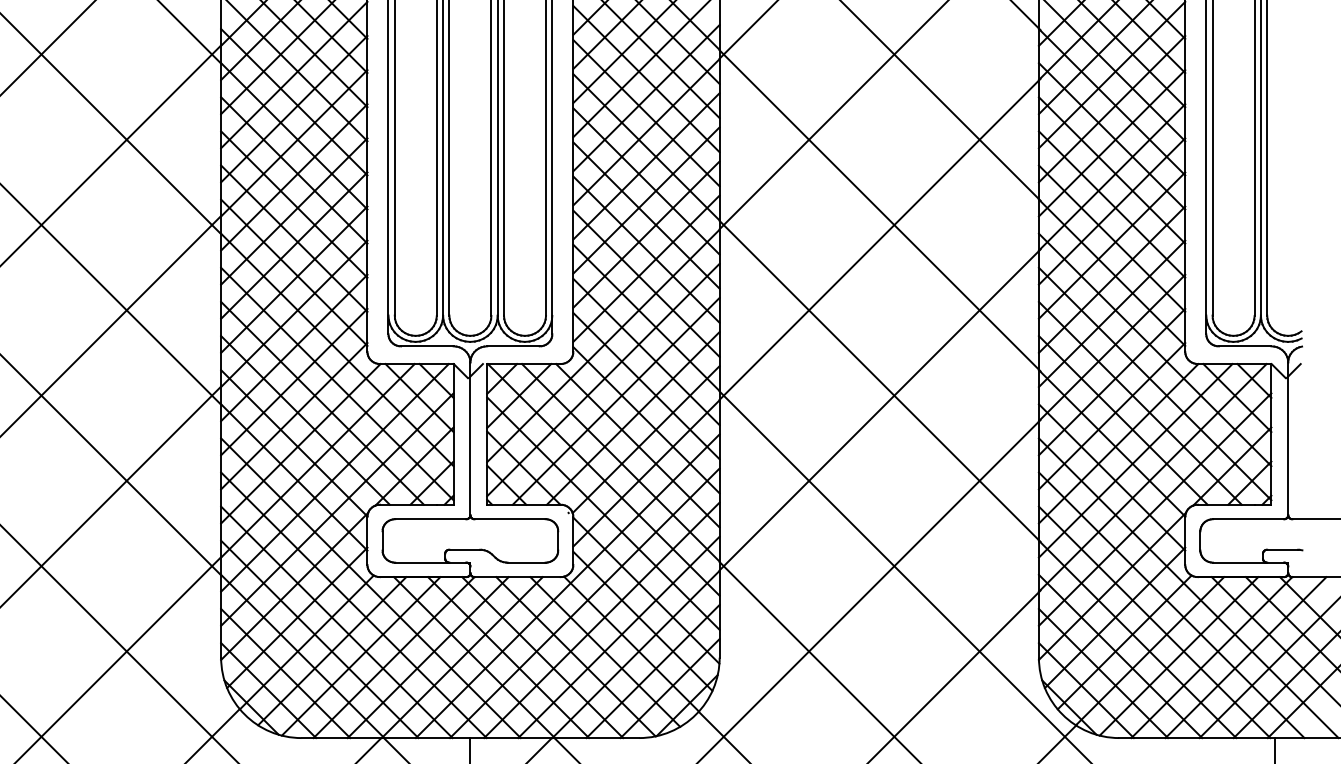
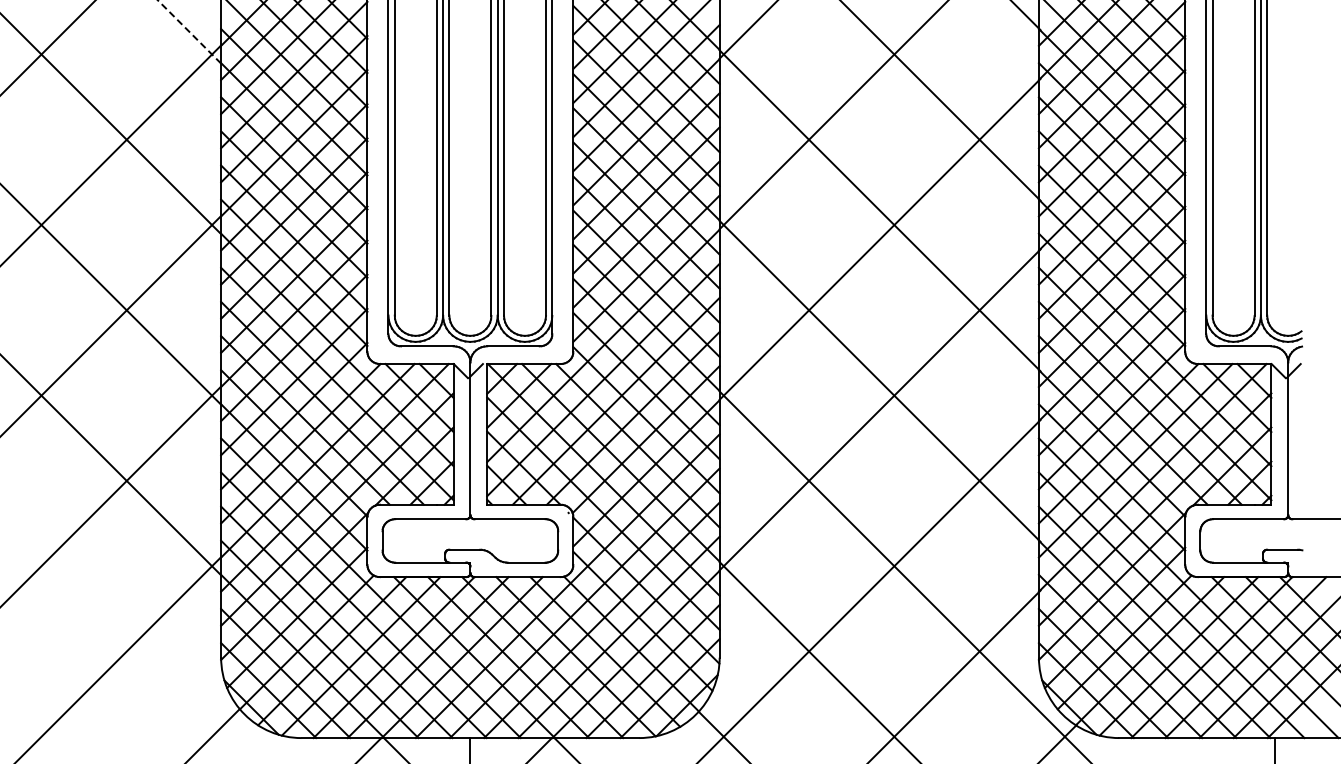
line at (189, 31): solid -> dashed
line at (119, 643): present -> none
line at (33, 728): present -> none
